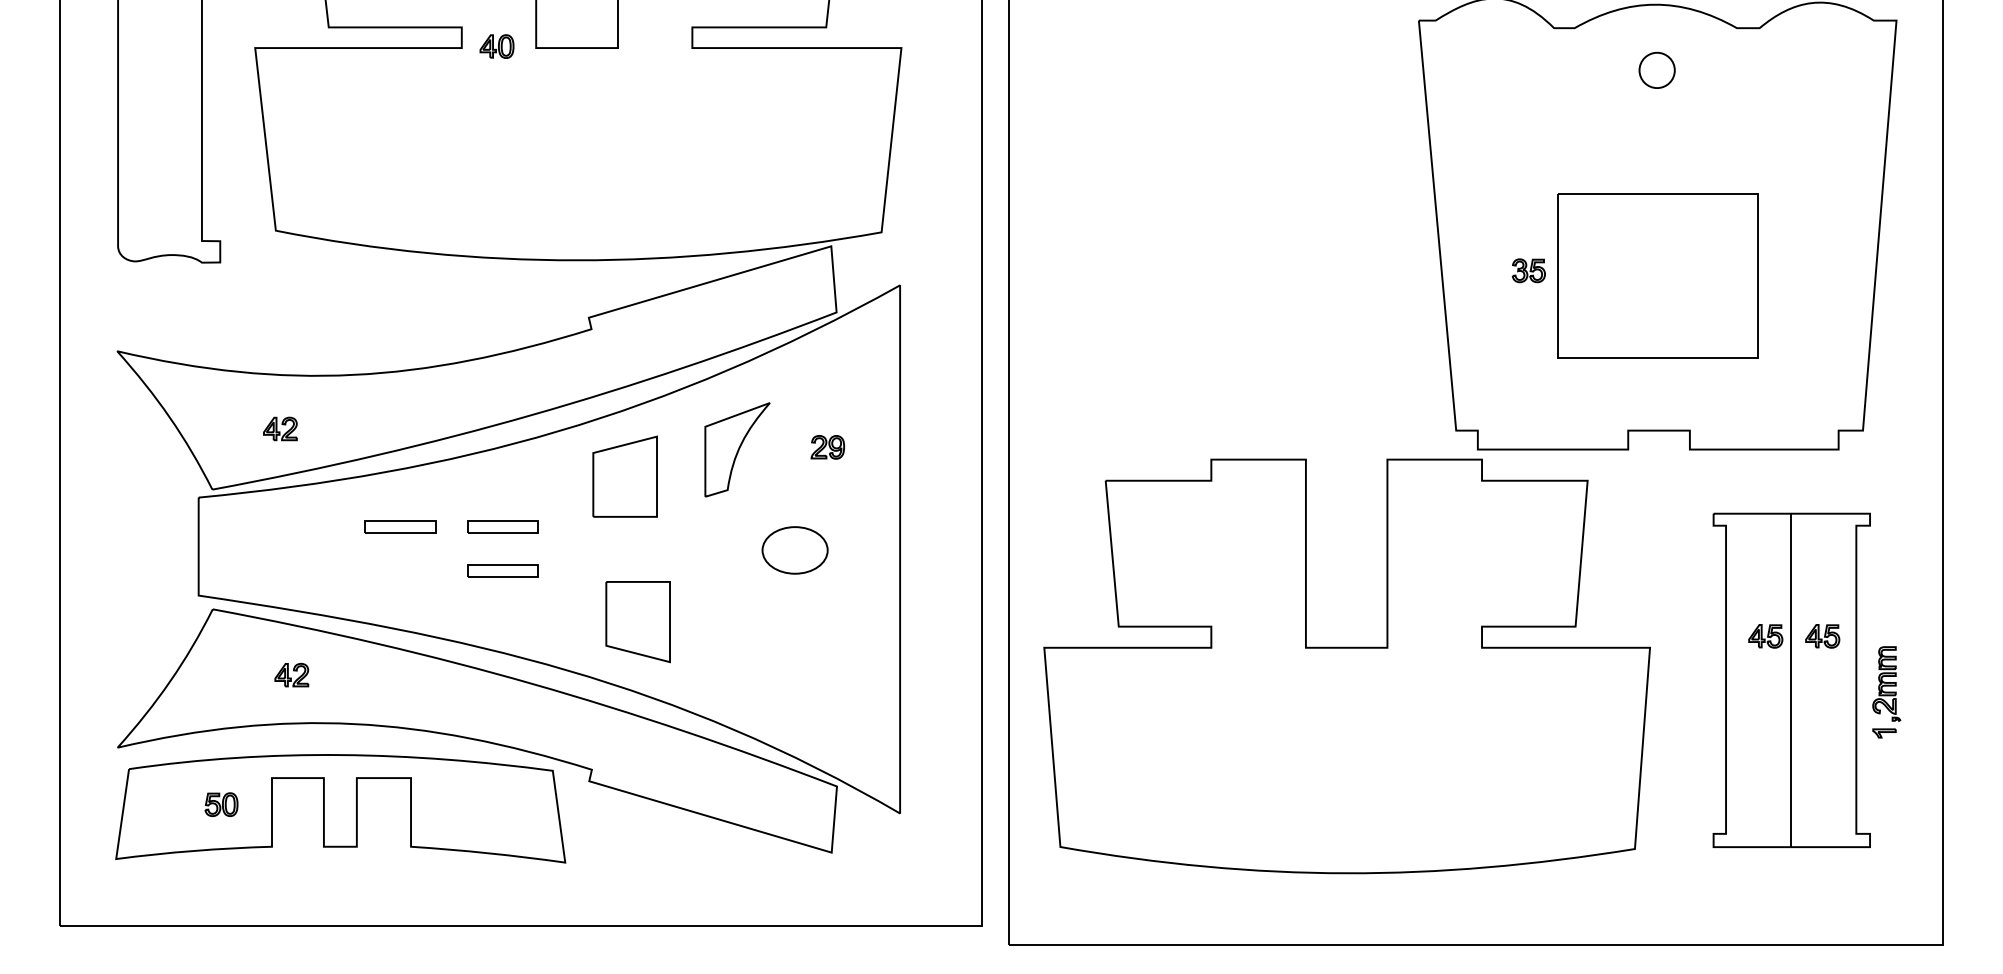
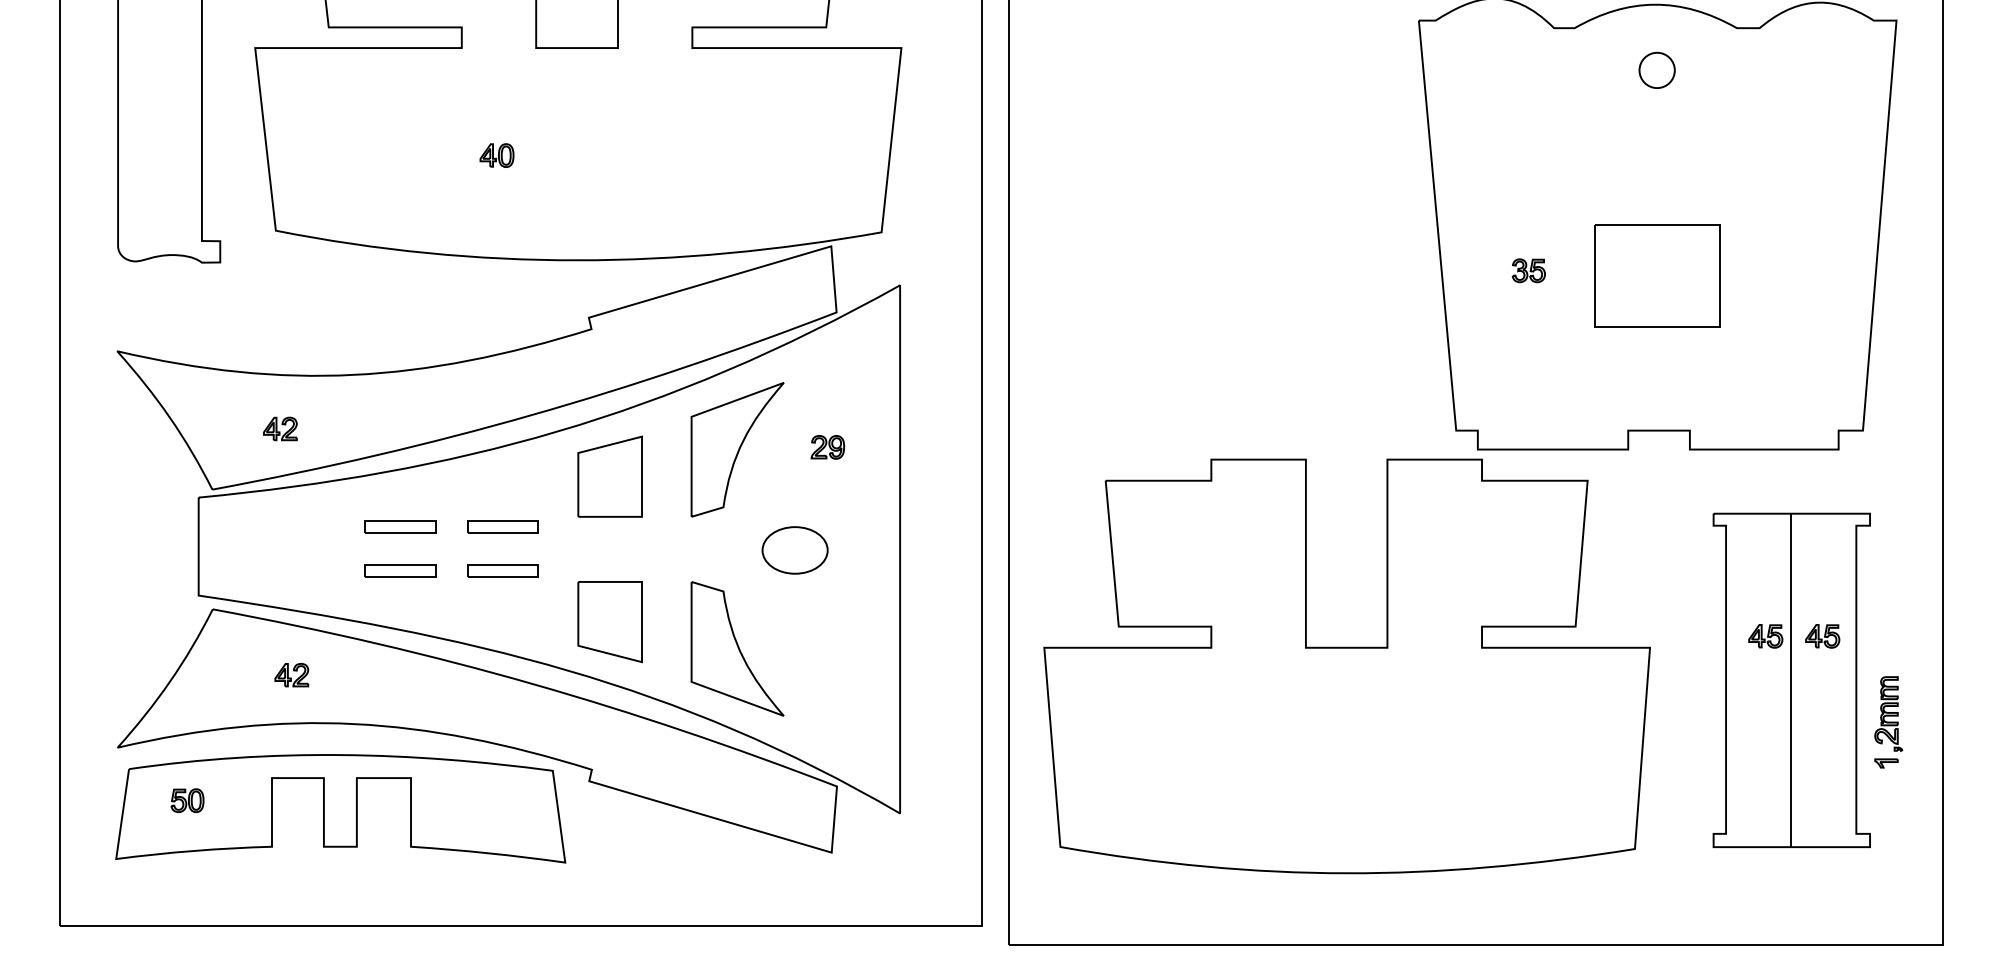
part at (496, 46) position: (496, 46) -> (496, 155)
part at (1657, 275) size: 202x166 px -> 127x104 px
part at (737, 449) size: 67x96 px -> 95x136 px
part at (624, 476) position: (624, 476) -> (609, 476)
part at (400, 570): none -> present
part at (637, 622) position: (637, 622) -> (609, 622)
part at (737, 648): none -> present
part at (1886, 692) position: (1886, 692) -> (1888, 722)
part at (221, 804) position: (221, 804) -> (187, 800)
